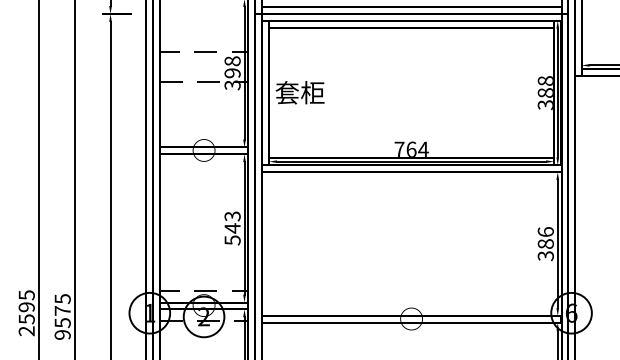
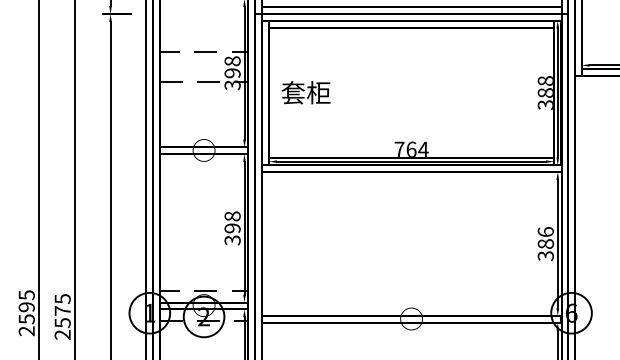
text at (299, 92) position: (299, 92) -> (305, 92)
text at (232, 227): 543 -> 398
text at (62, 334): 9575 -> 2575
